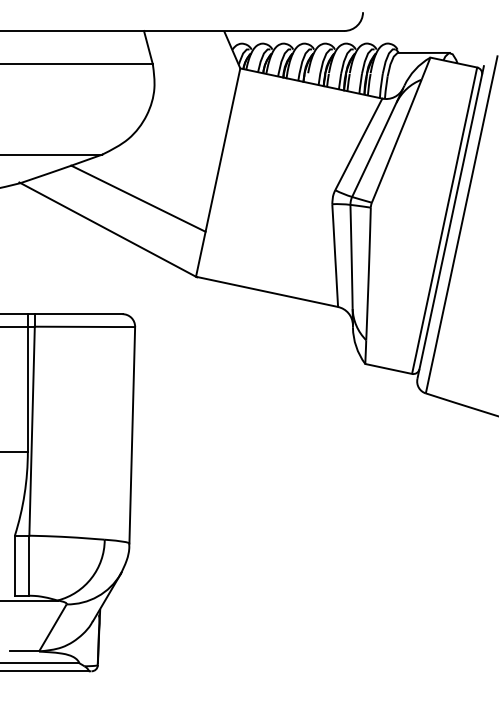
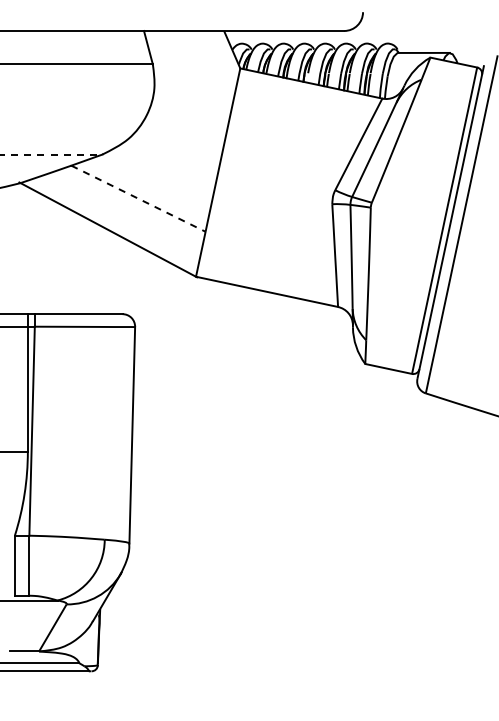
line at (51, 154): solid -> dashed
line at (138, 198): solid -> dashed
